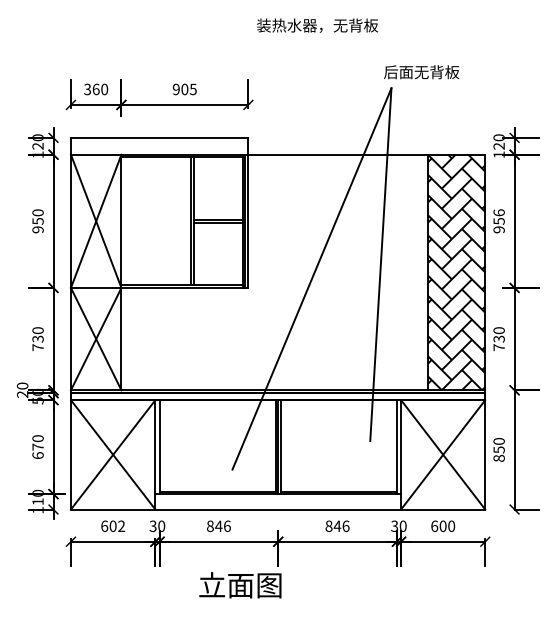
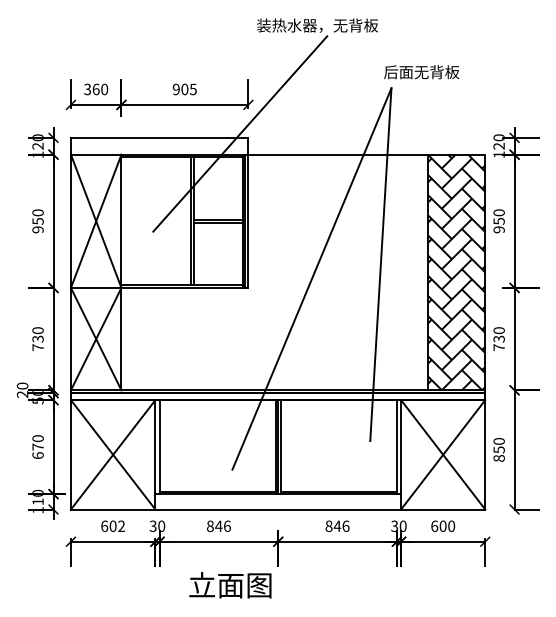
line at (240, 133): none -> present
text at (498, 212): 956 -> 950
text at (240, 585) position: (240, 585) -> (230, 585)
